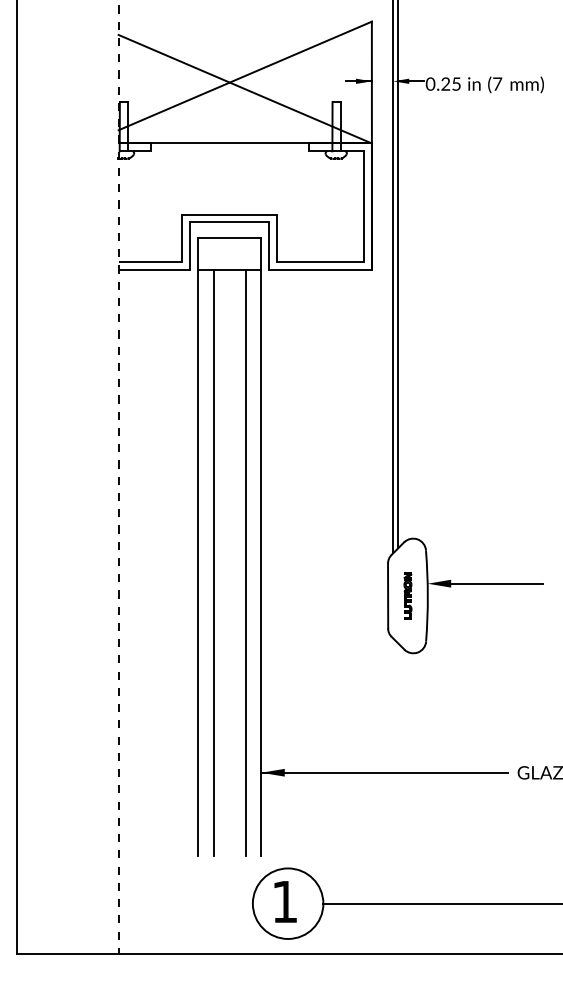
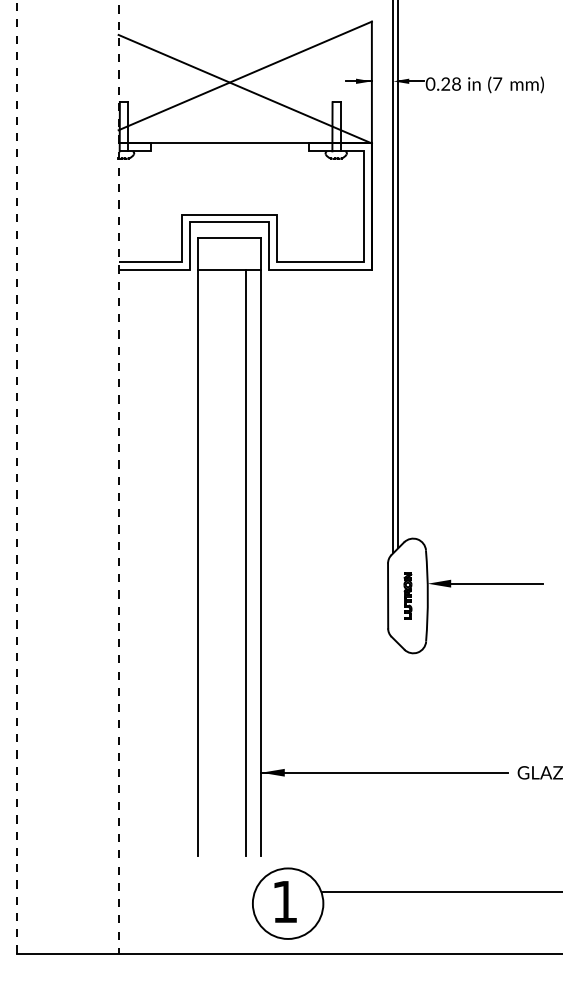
text at (456, 83): 0.25 -> 0.28
line at (17, 476): solid -> dashed
line at (213, 562): present -> none
line at (441, 903) position: (441, 903) -> (441, 891)
